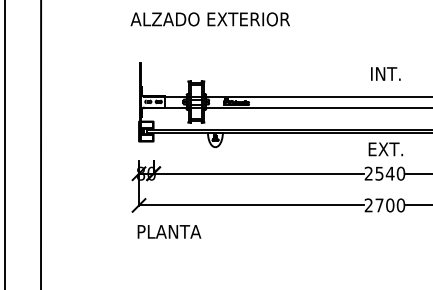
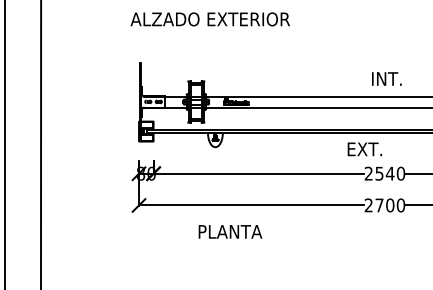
text at (385, 73) position: (385, 73) -> (386, 78)
text at (385, 149) position: (385, 149) -> (364, 149)
text at (169, 231) position: (169, 231) -> (230, 231)
